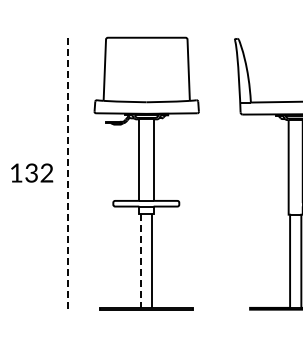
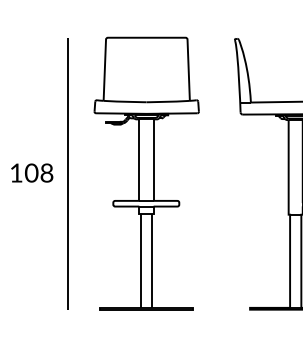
text at (39, 173): 132 -> 108
line at (67, 174): dashed -> solid
line at (140, 261): dashed -> solid
